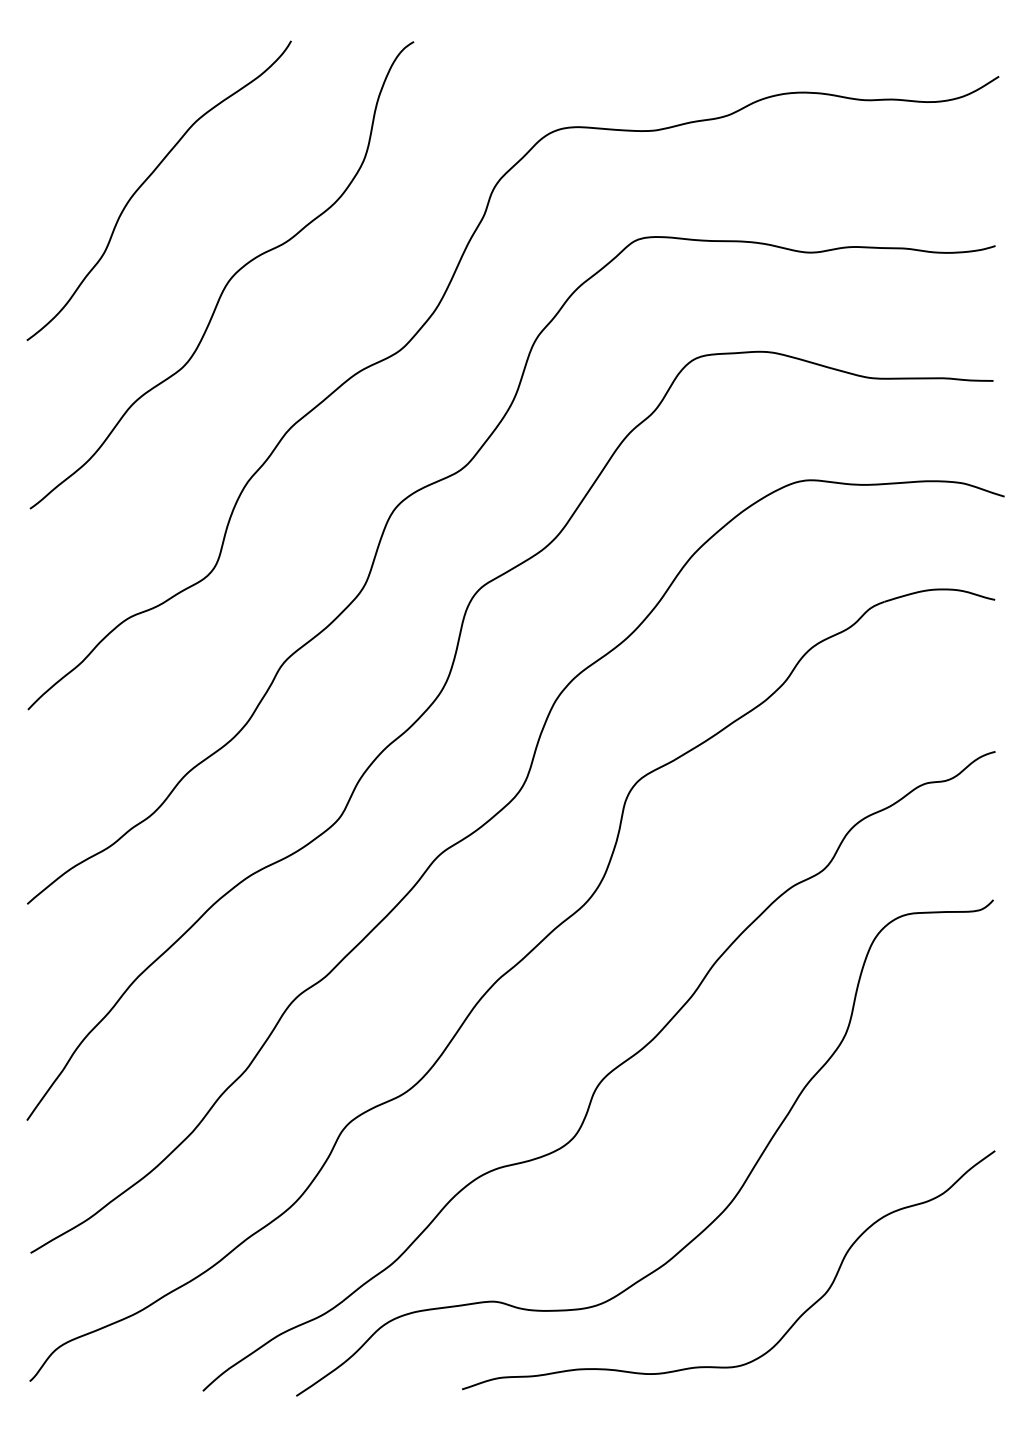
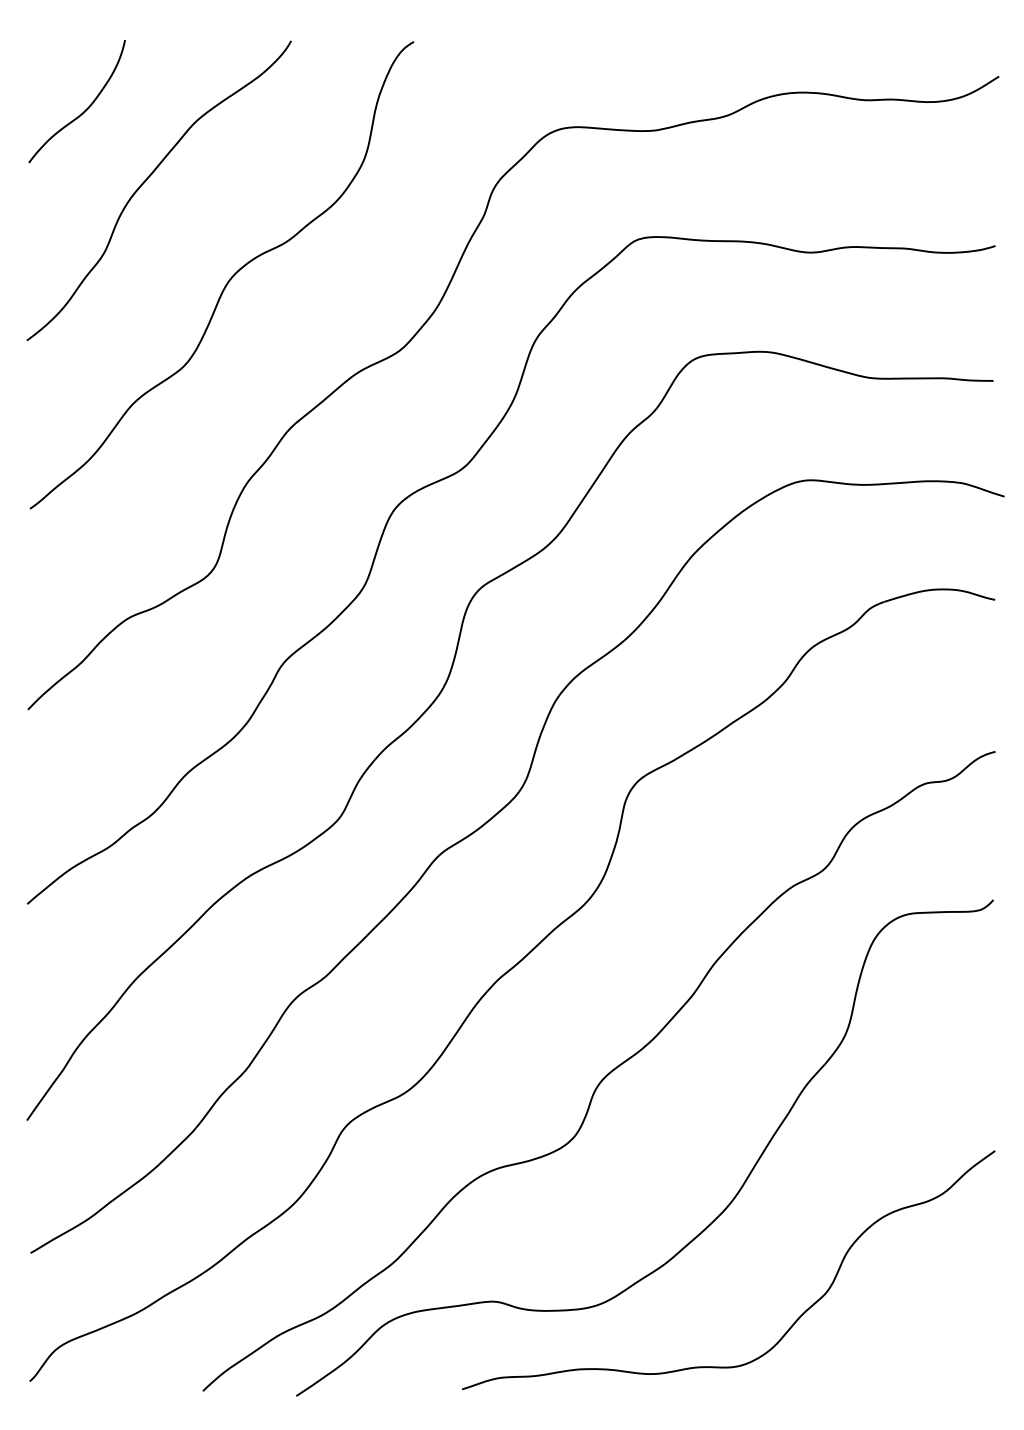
curve at (85, 109): none -> present
